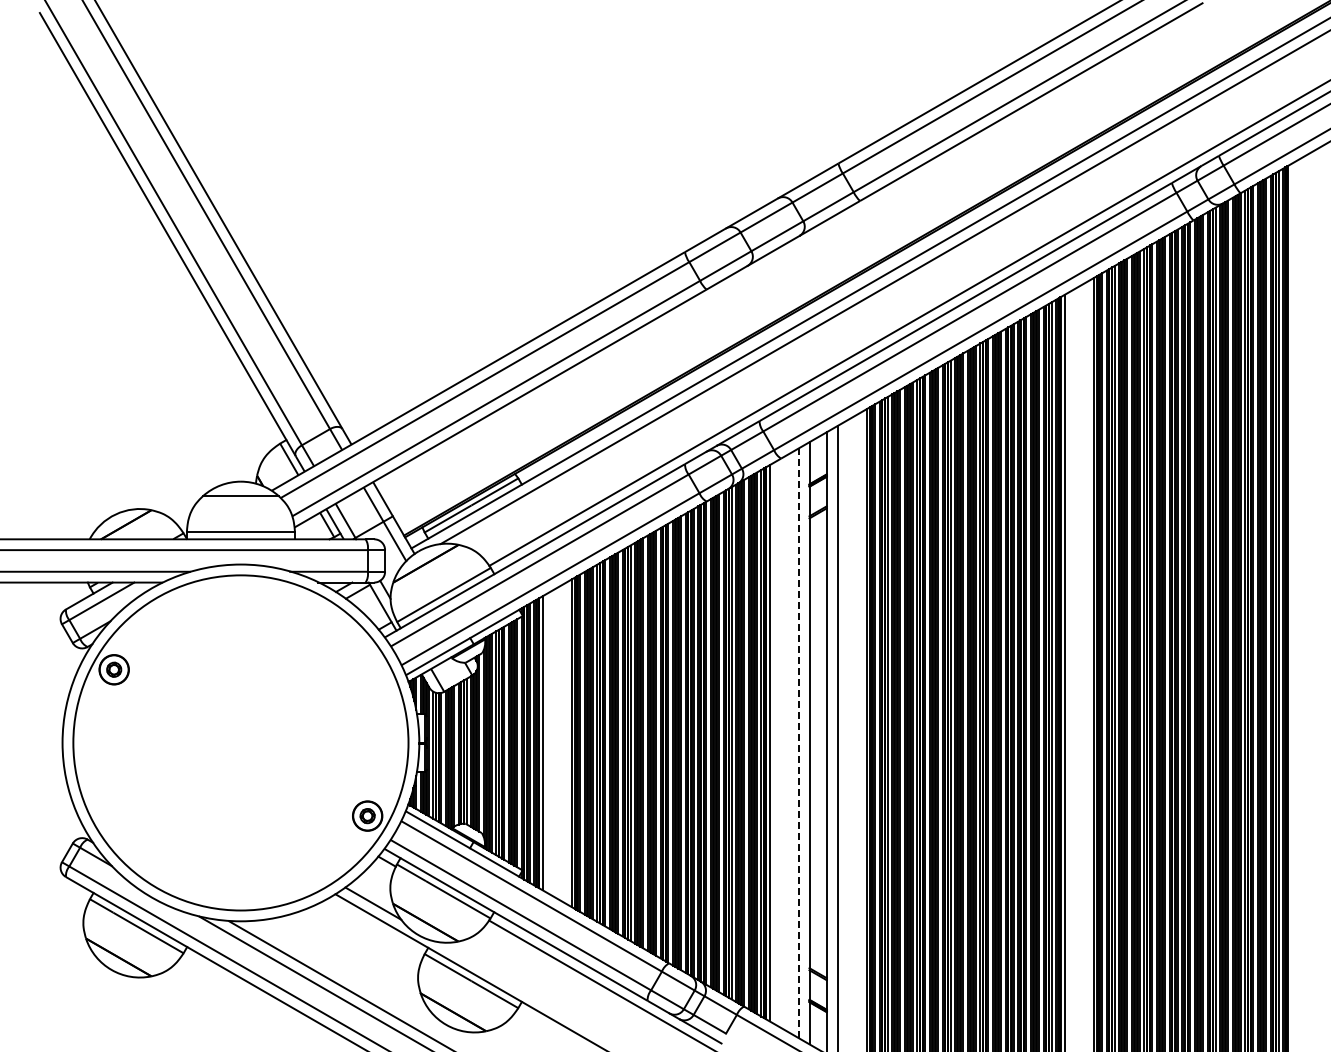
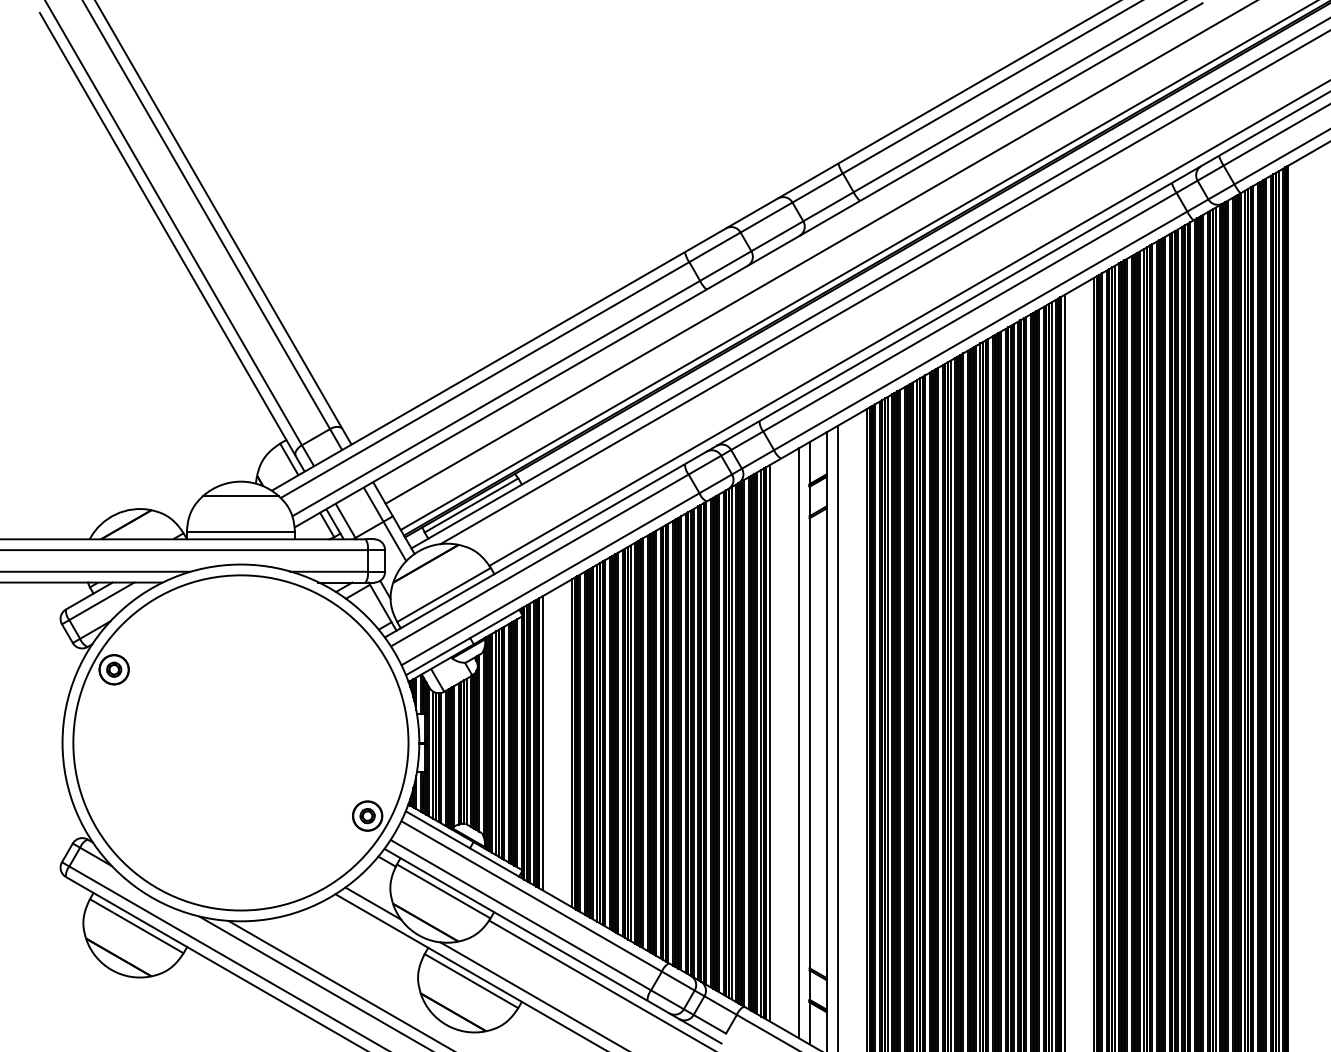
line at (819, 252): none -> present
line at (857, 265): none -> present
line at (798, 743): dashed -> solid
line at (532, 995): none -> present
